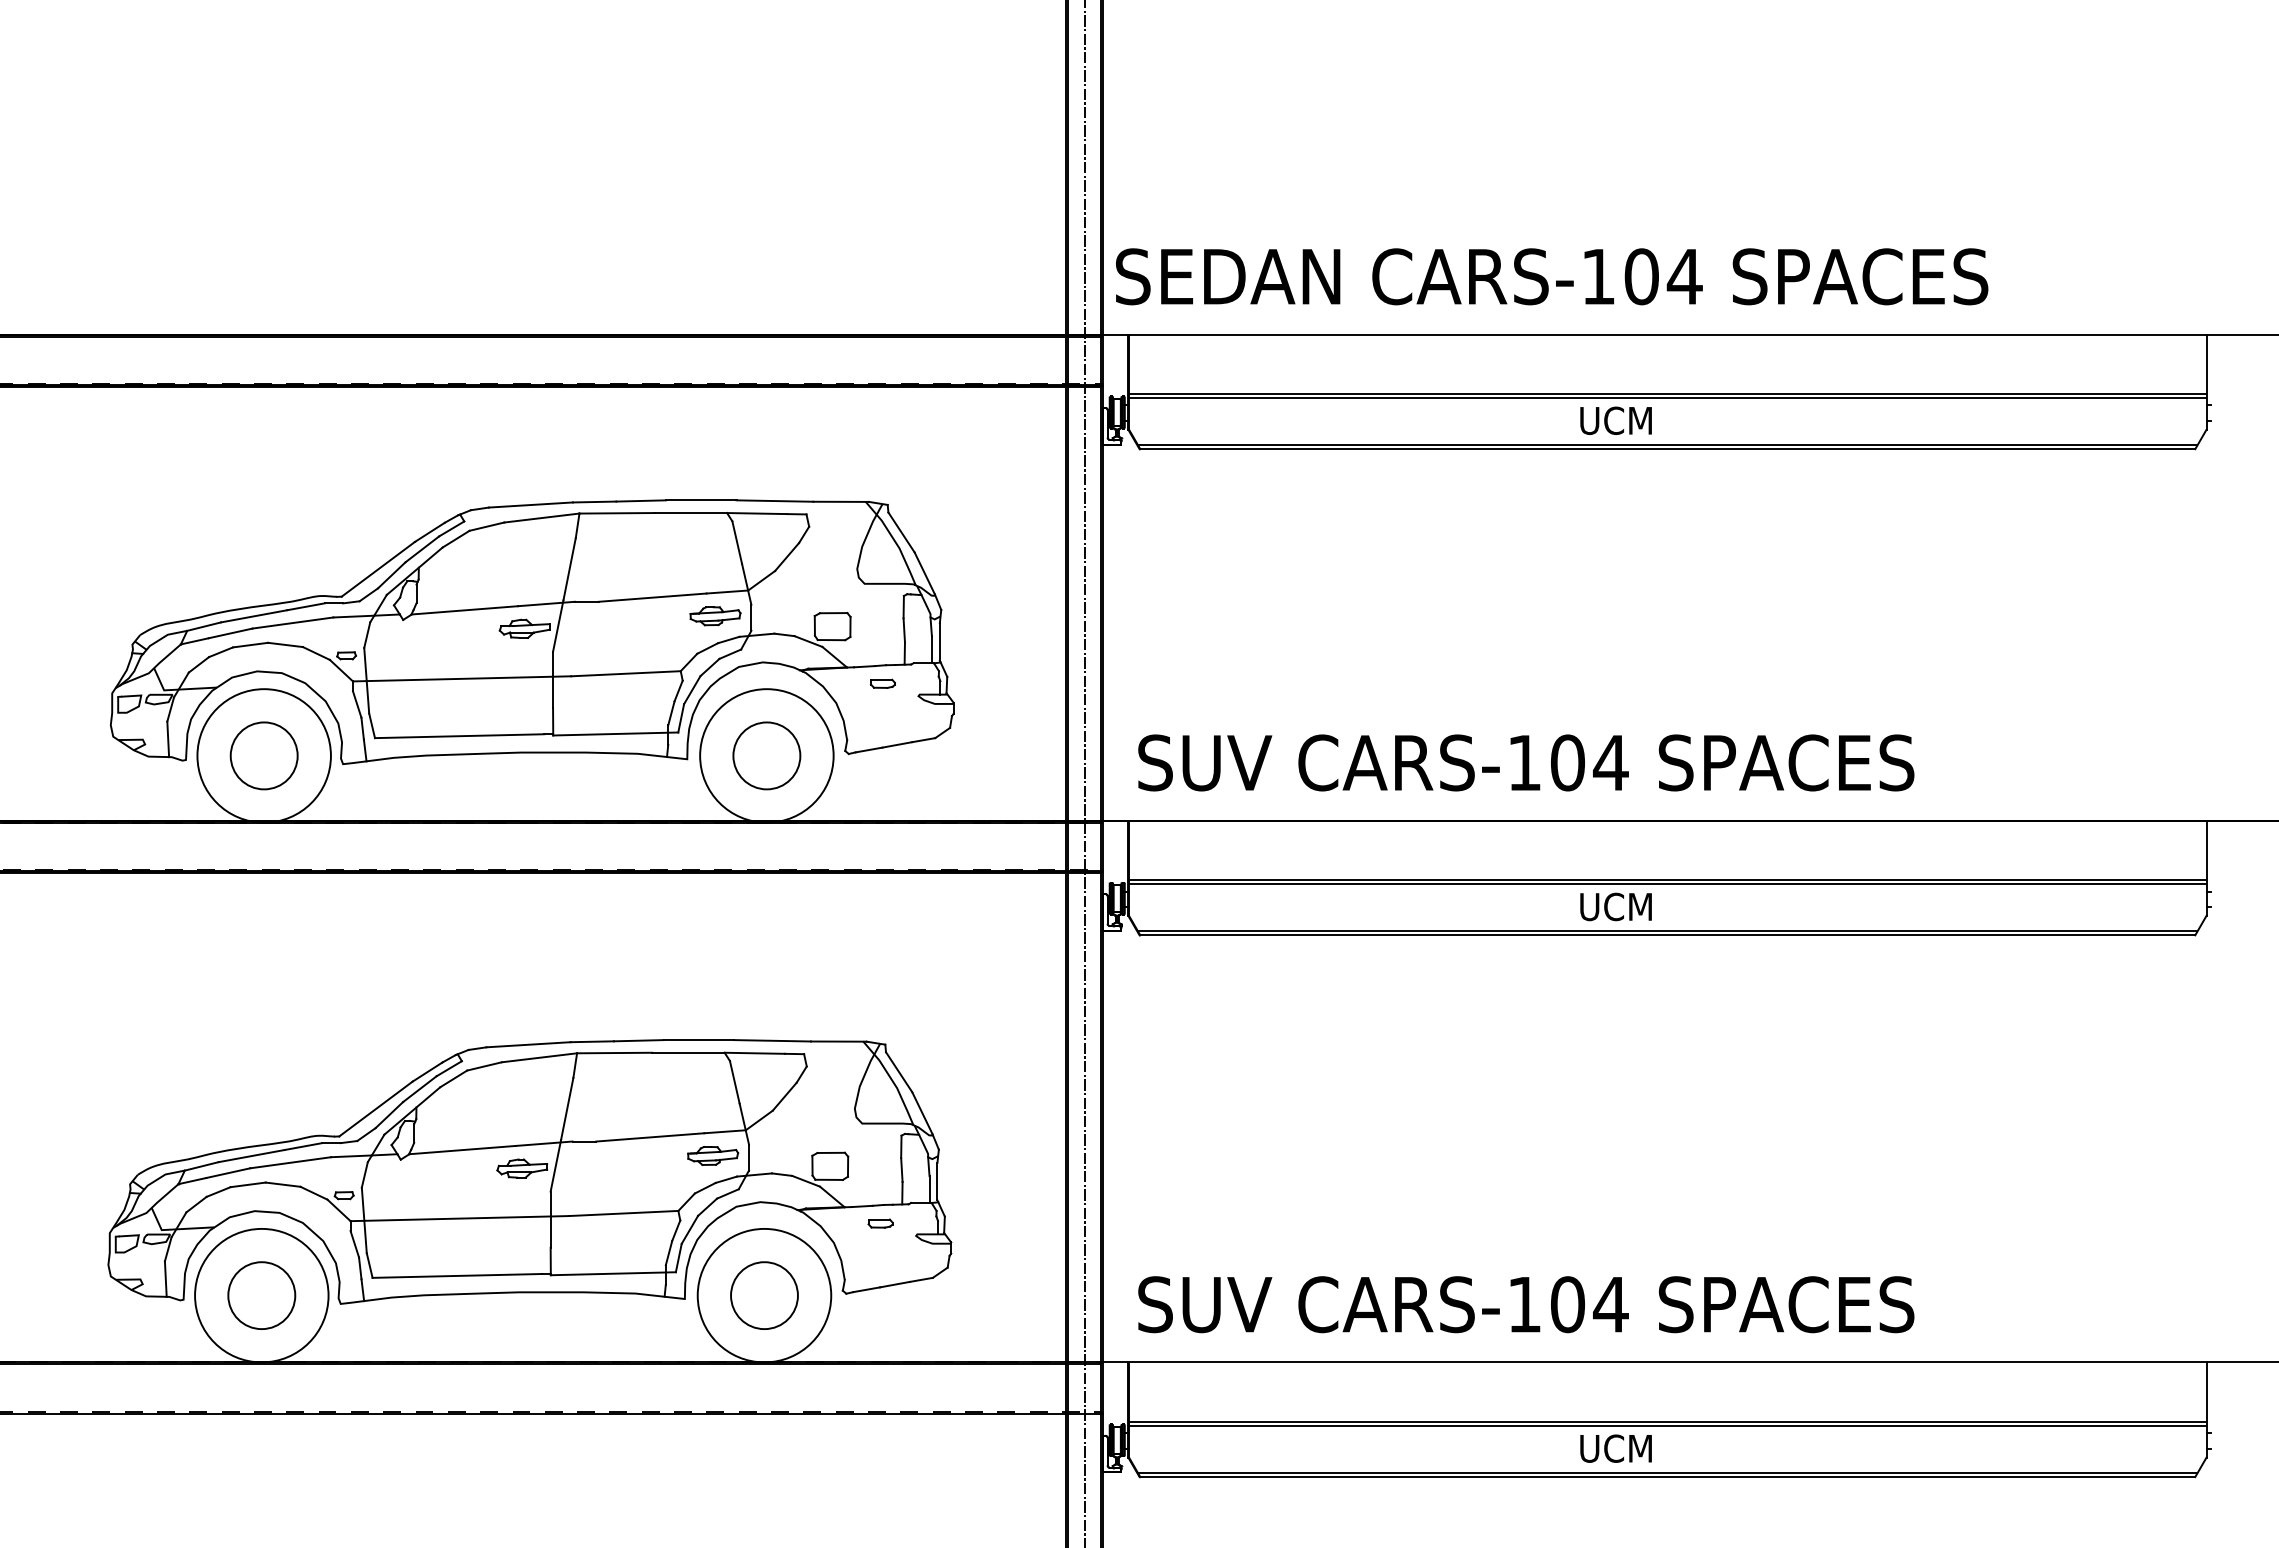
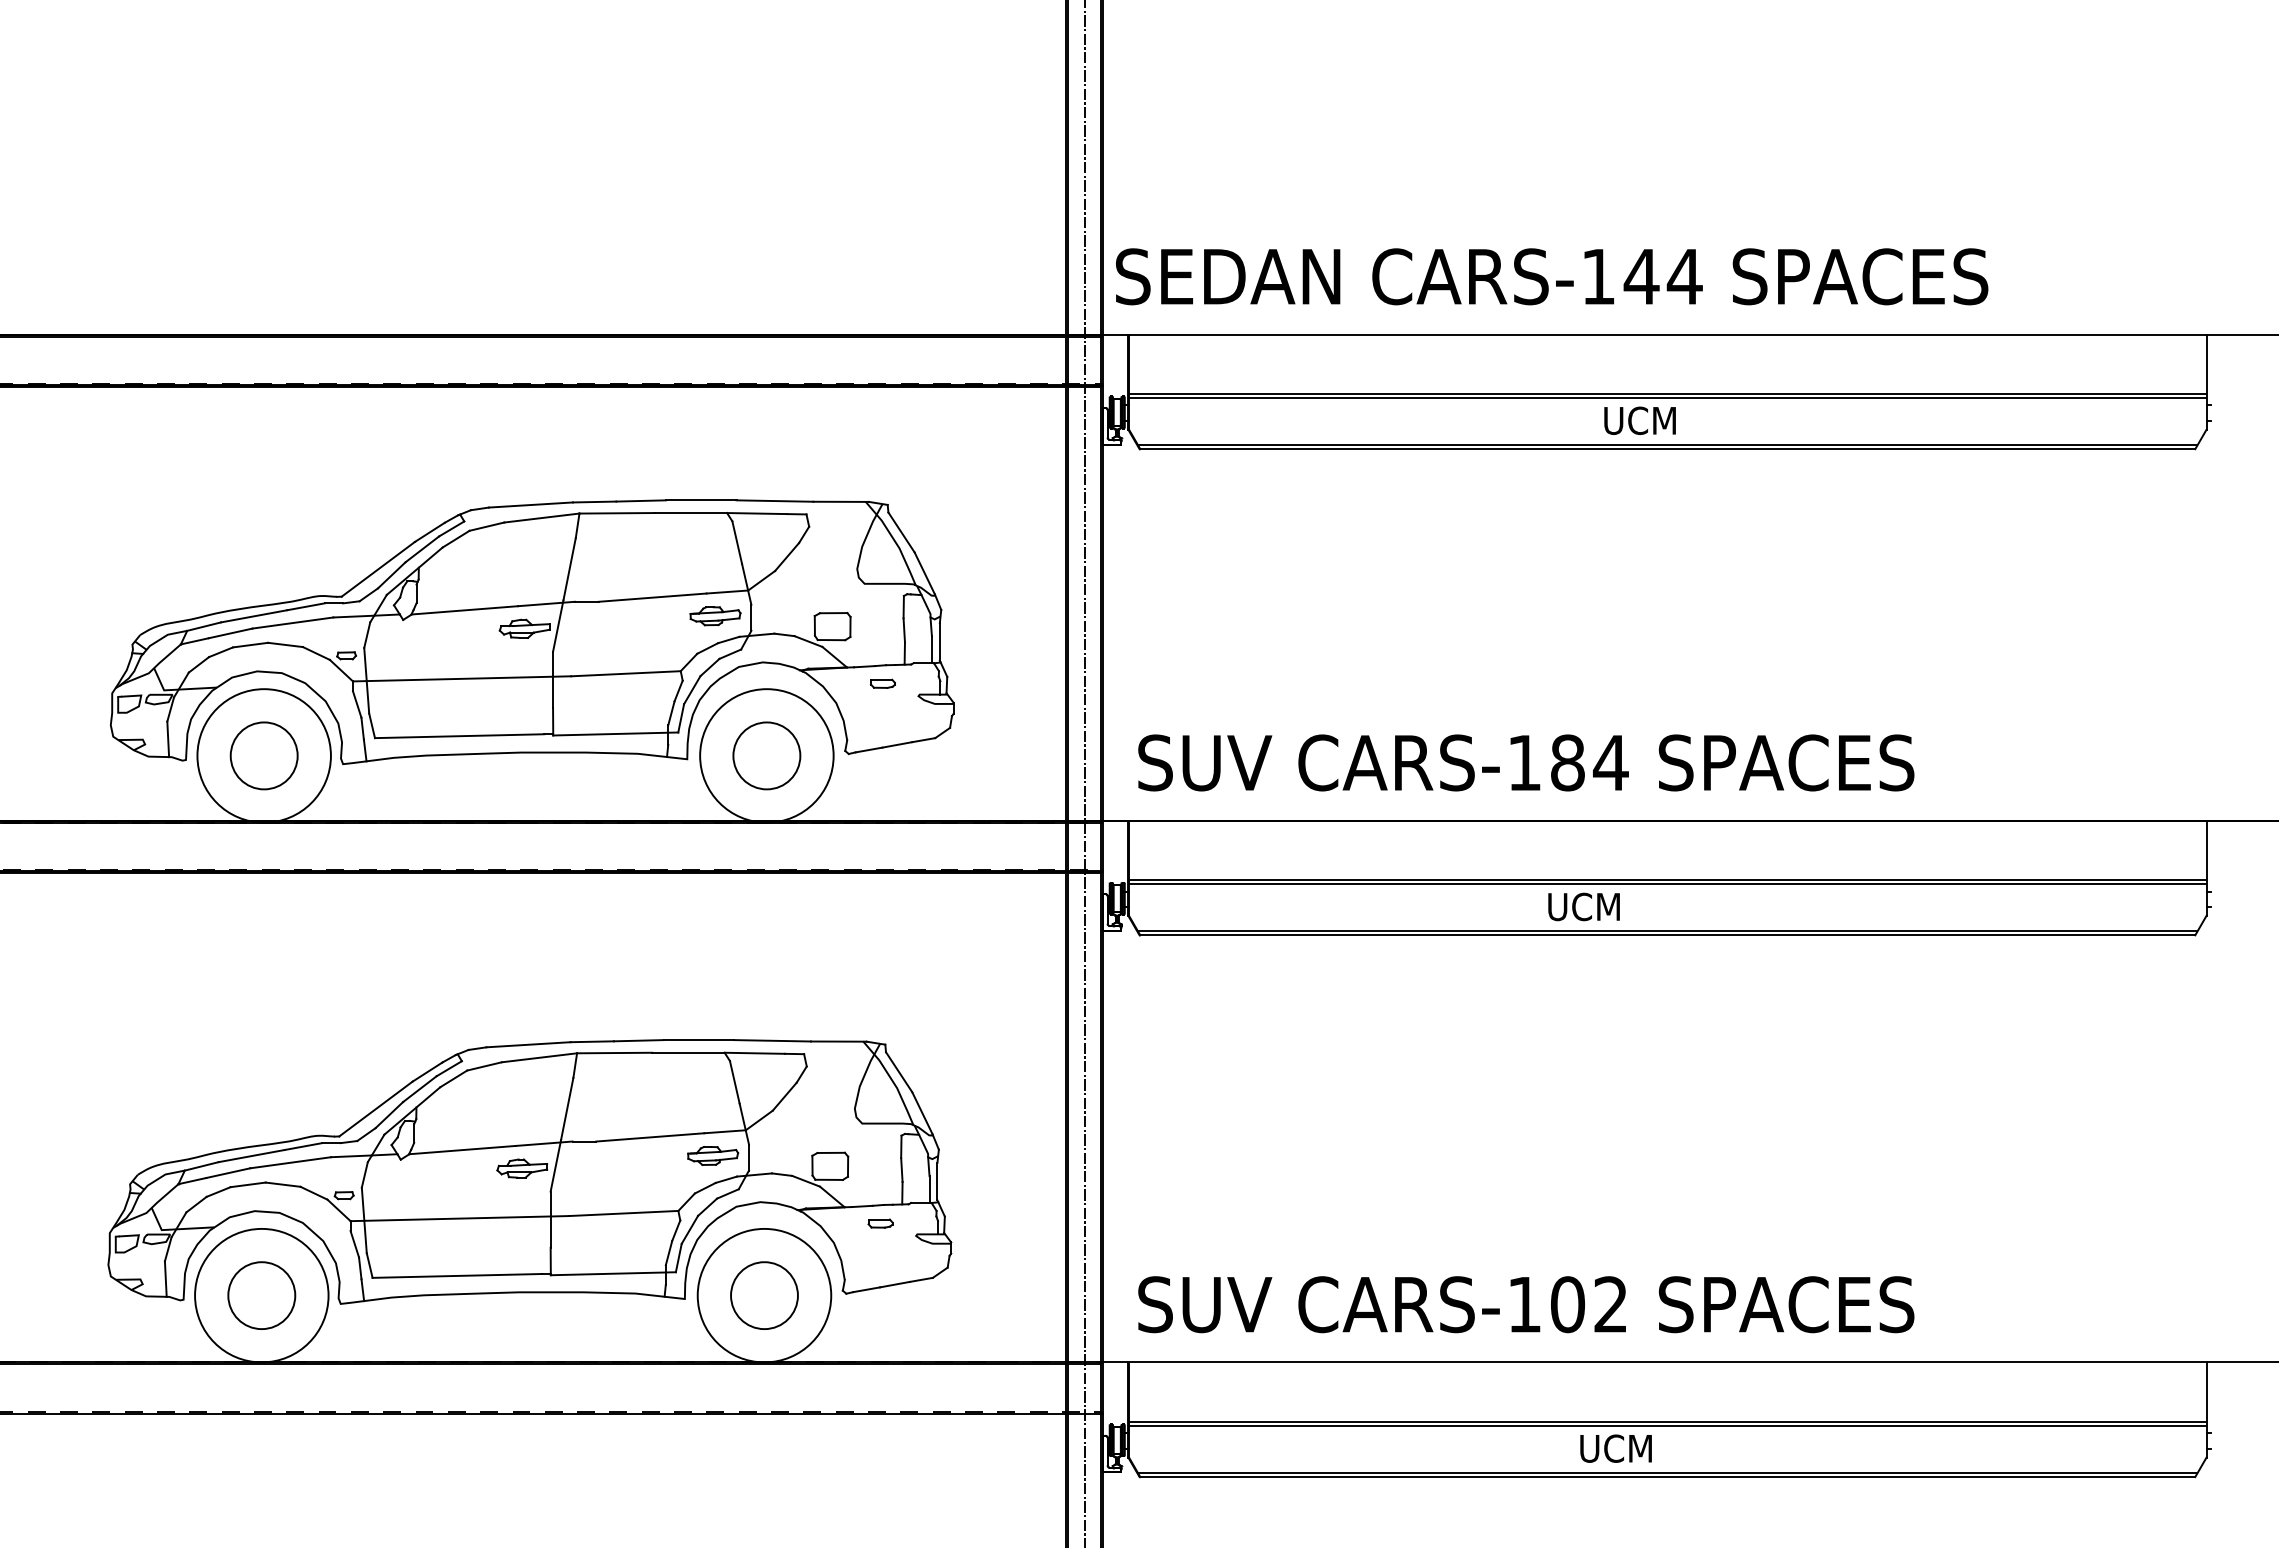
text at (1641, 276): CARS-104 -> CARS-144
text at (1615, 420) position: (1615, 420) -> (1639, 420)
text at (1567, 762): CARS-104 -> CARS-184
text at (1615, 906) position: (1615, 906) -> (1583, 906)
text at (1610, 1304): CARS-104 -> CARS-102
